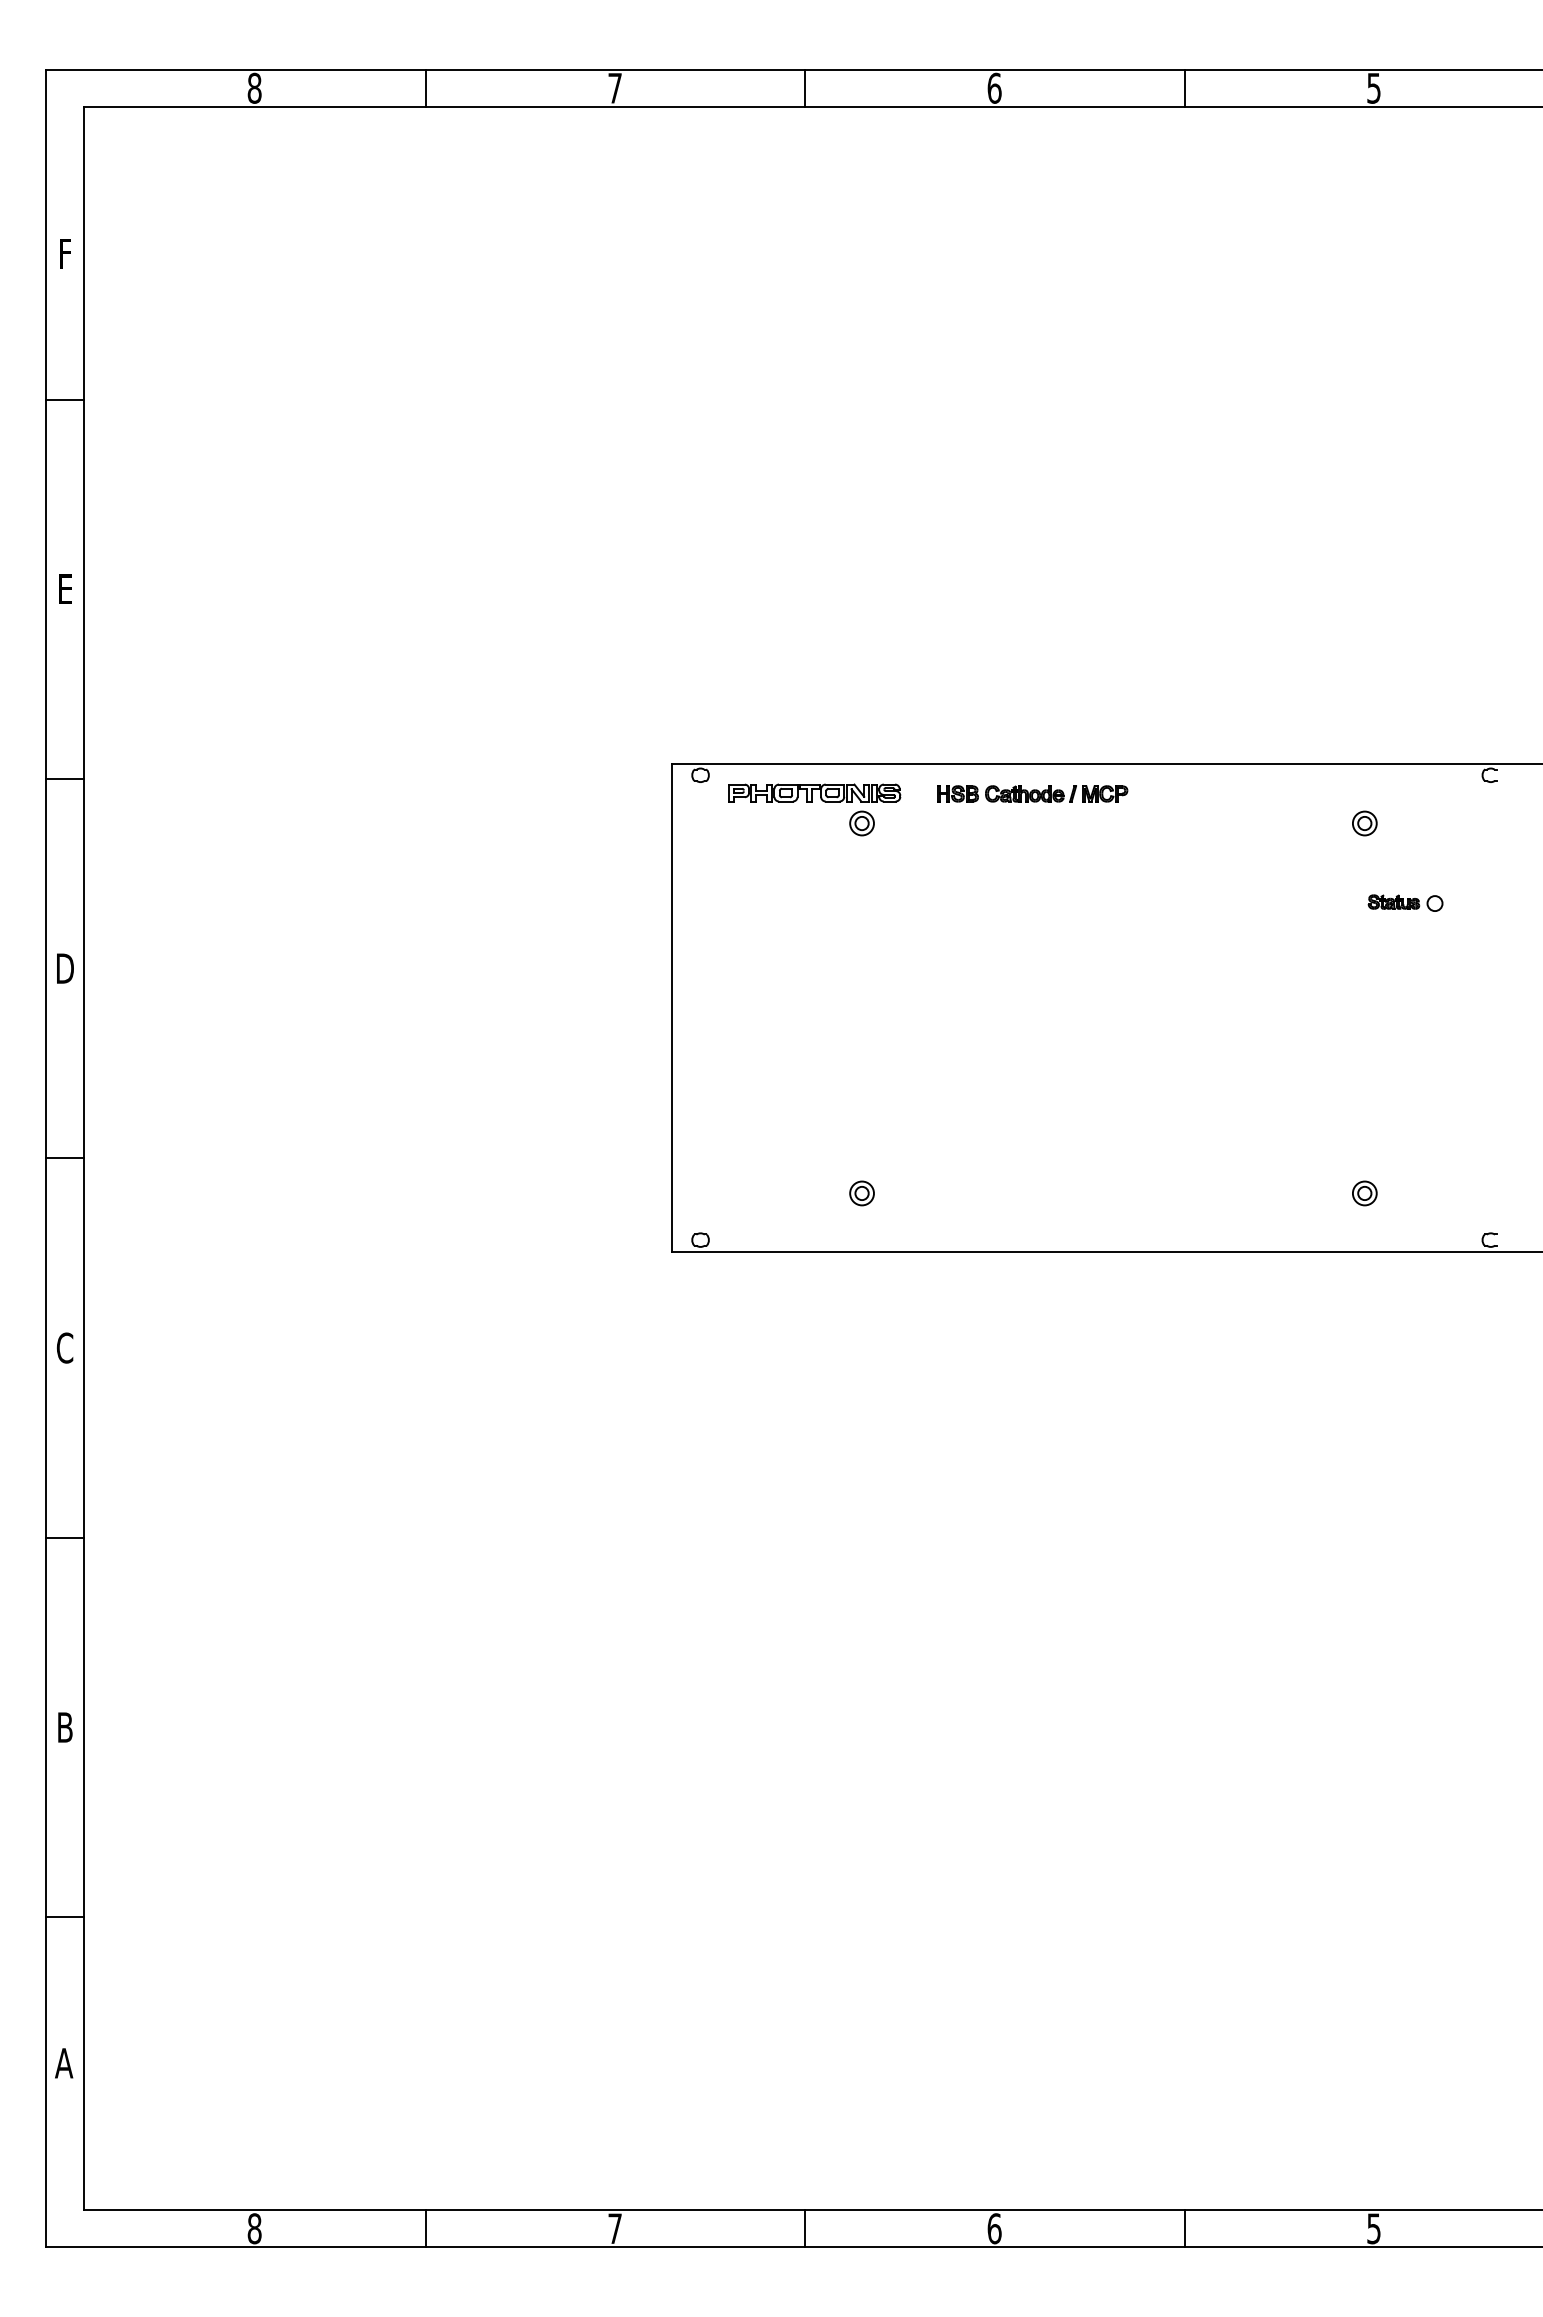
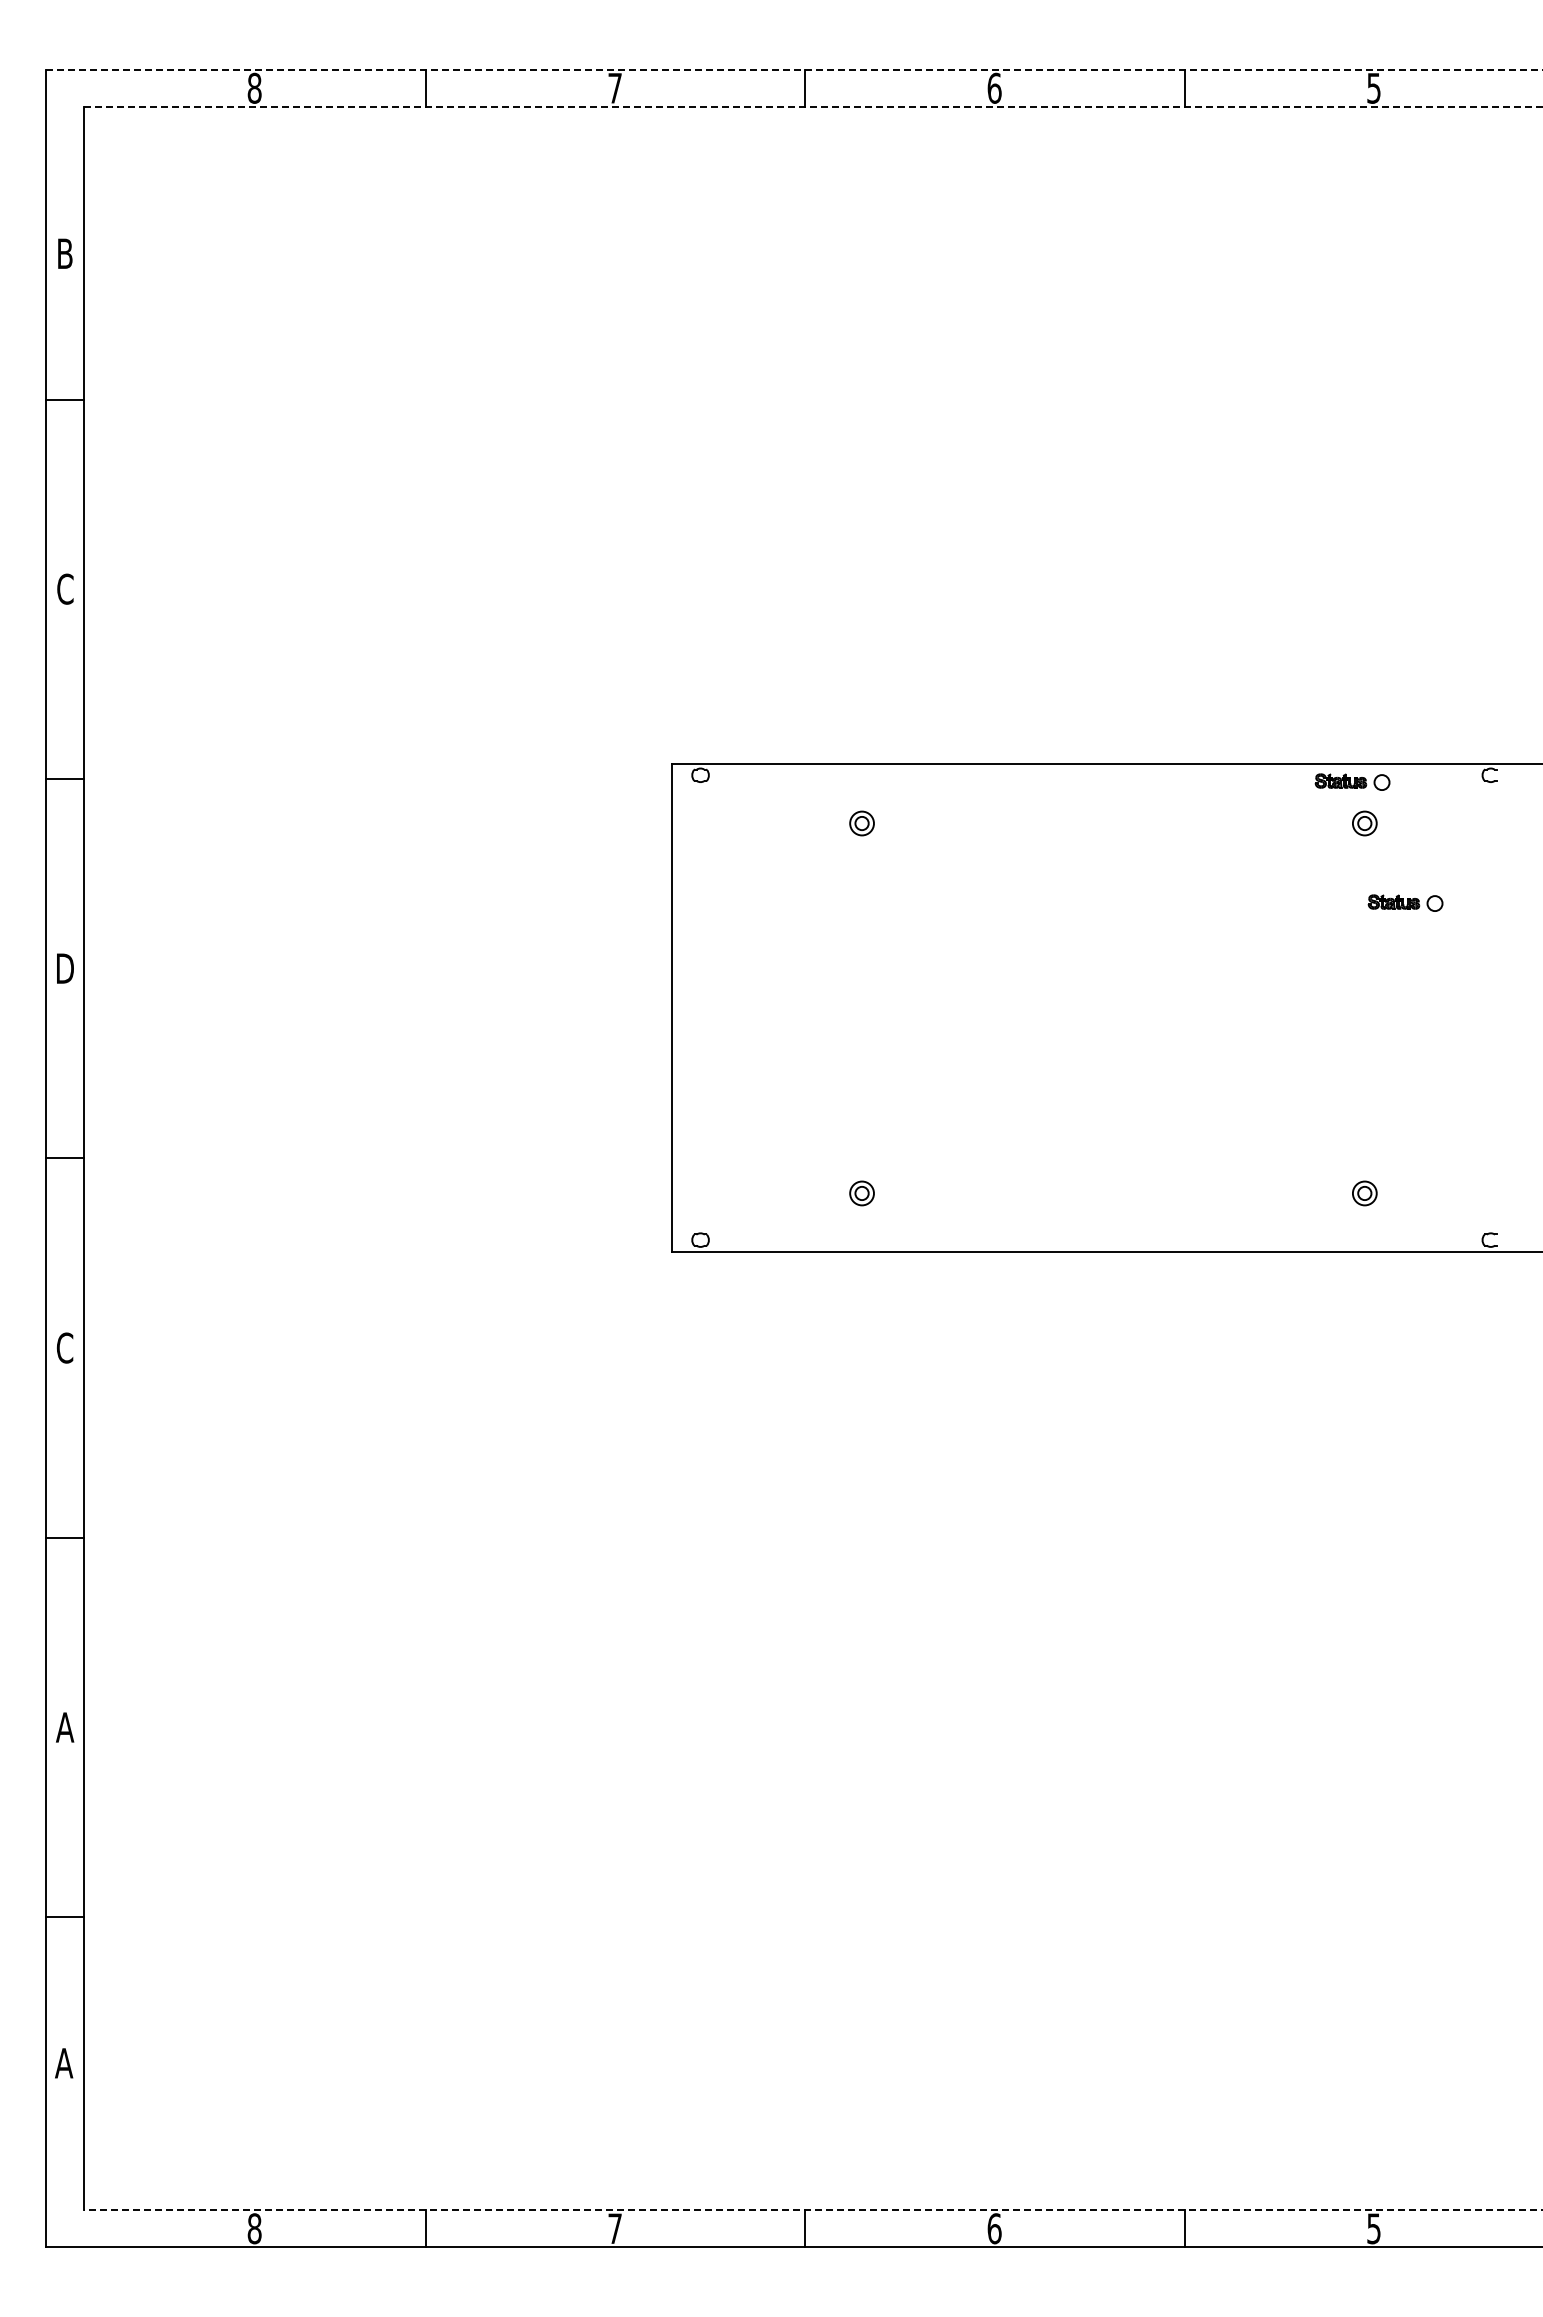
line at (794, 69): solid -> dashed
line at (813, 107): solid -> dashed
text at (65, 253): F -> B
text at (65, 588): E -> C
part at (1352, 781): none -> present
part at (814, 792): present -> none
part at (1032, 793): present -> none
text at (65, 1727): B -> A
line at (813, 2209): solid -> dashed
